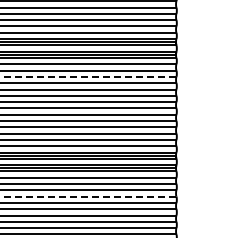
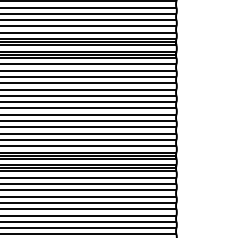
line at (88, 76): dashed -> solid
line at (88, 196): dashed -> solid
